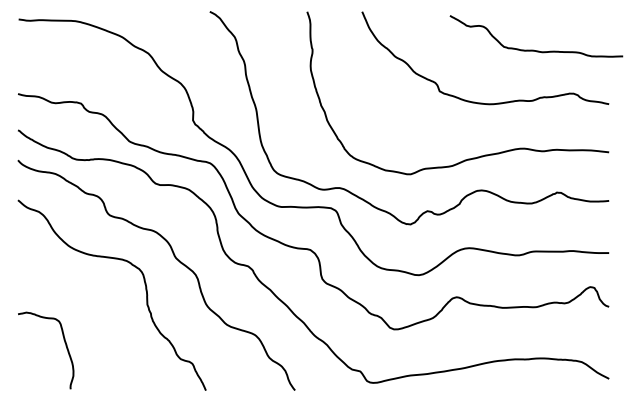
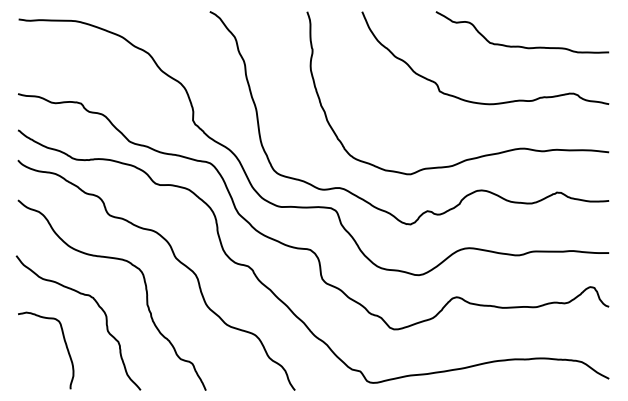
curve at (533, 49) position: (533, 49) -> (519, 45)
curve at (97, 305): none -> present
